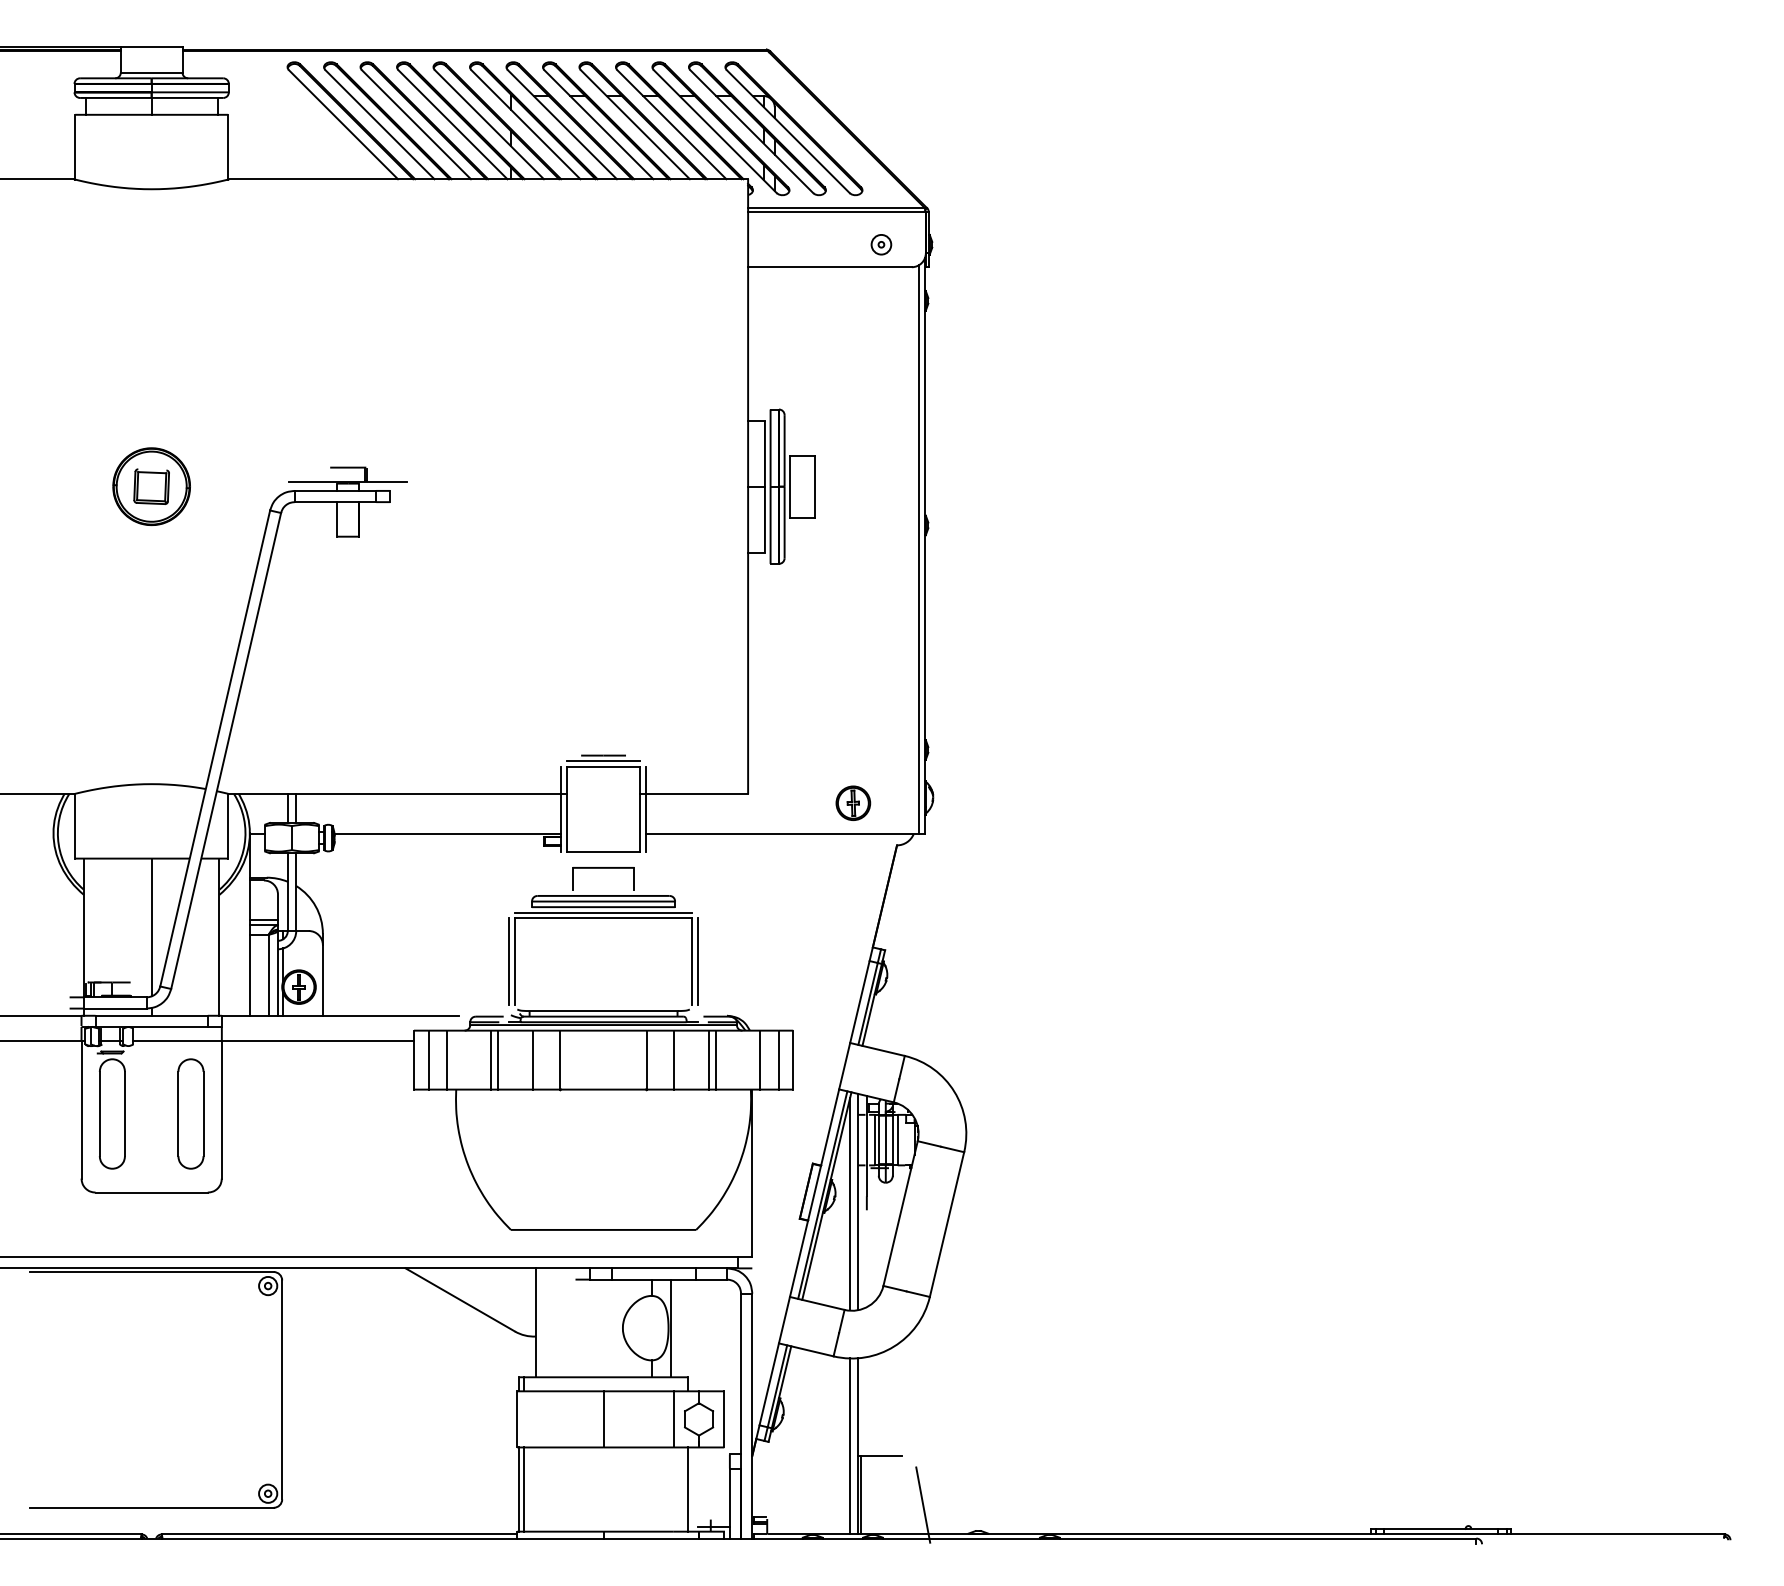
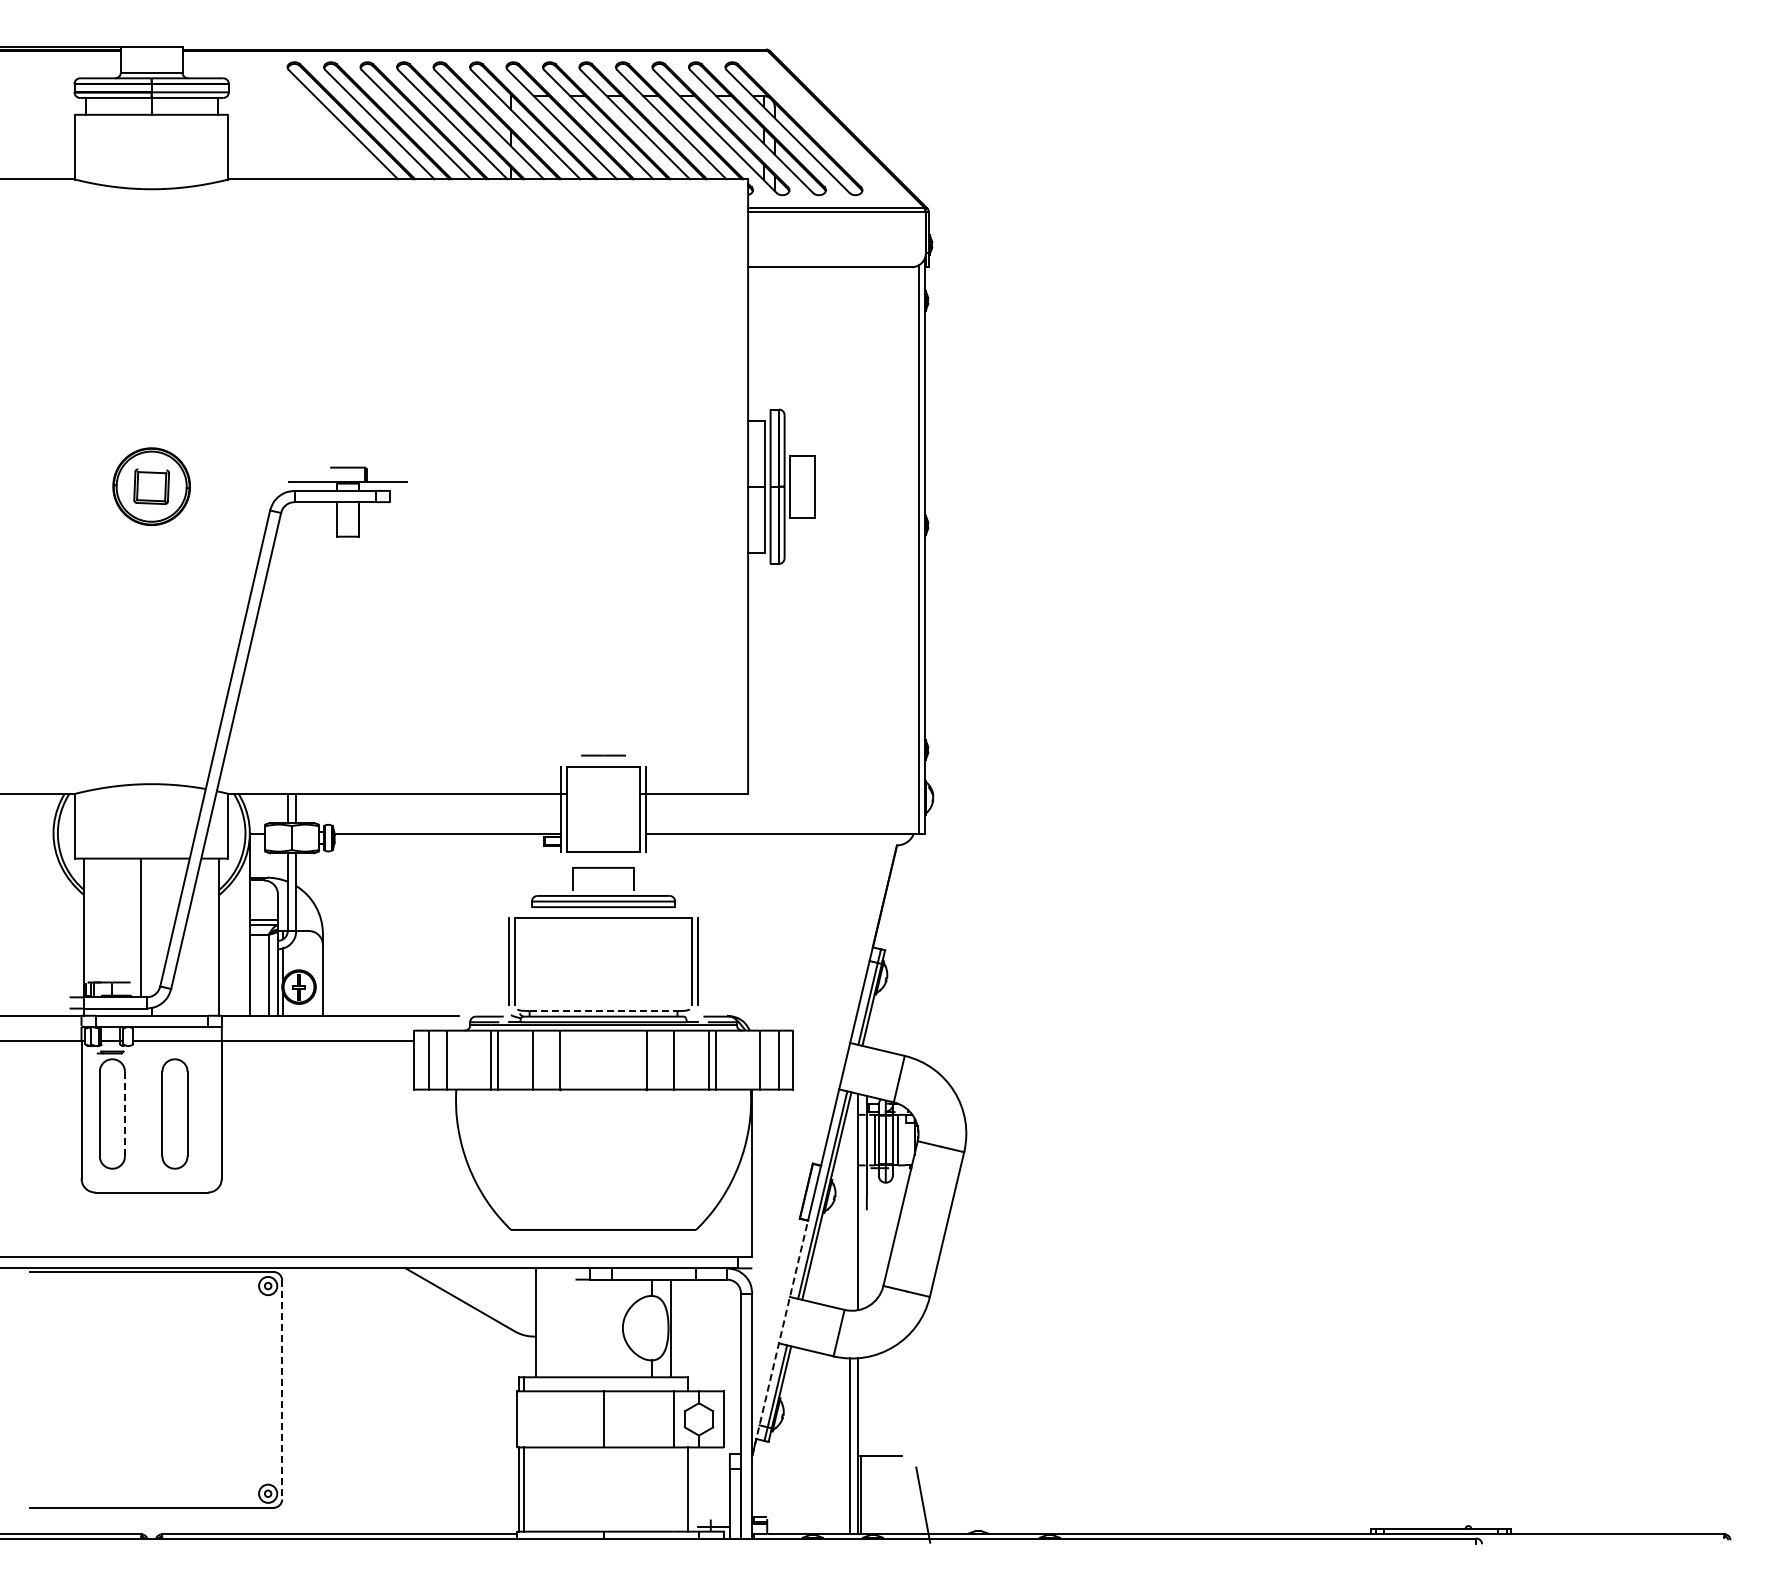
part at (881, 244): present -> none
line at (603, 761): present -> none
part at (853, 802): present -> none
line at (603, 912): present -> none
line at (151, 927) position: (151, 927) -> (140, 927)
line at (603, 1011): solid -> dashed
line at (125, 1113): solid -> dashed
part at (190, 1113) position: (190, 1113) -> (174, 1113)
line at (850, 1204): present -> none
line at (780, 1338): solid -> dashed
line at (282, 1390): solid -> dashed
